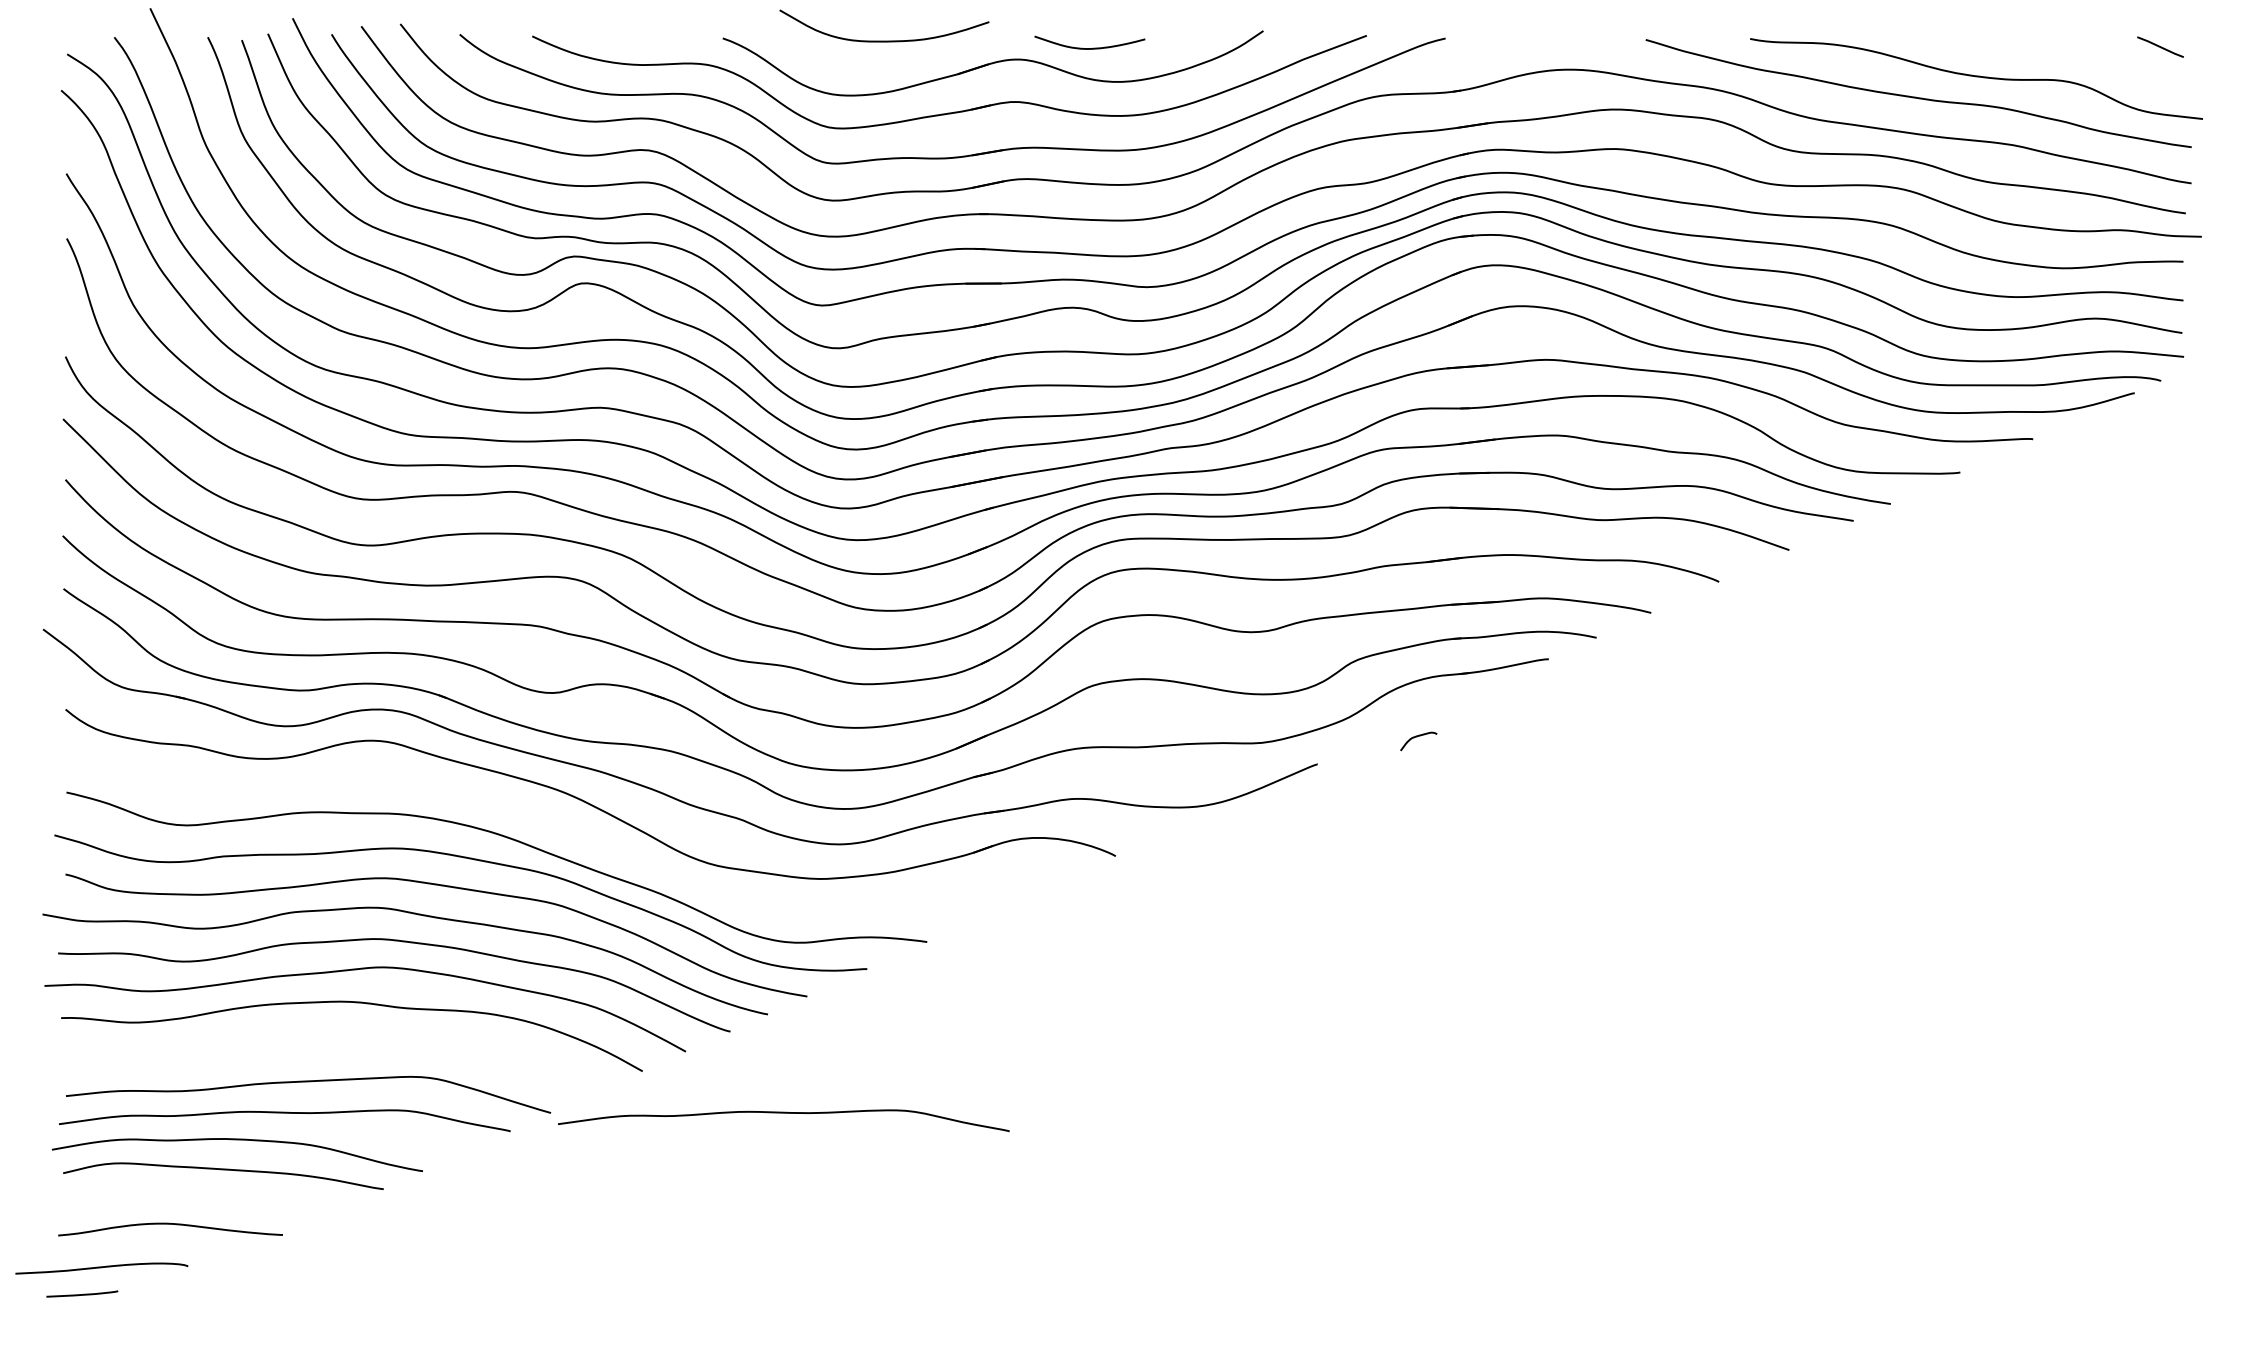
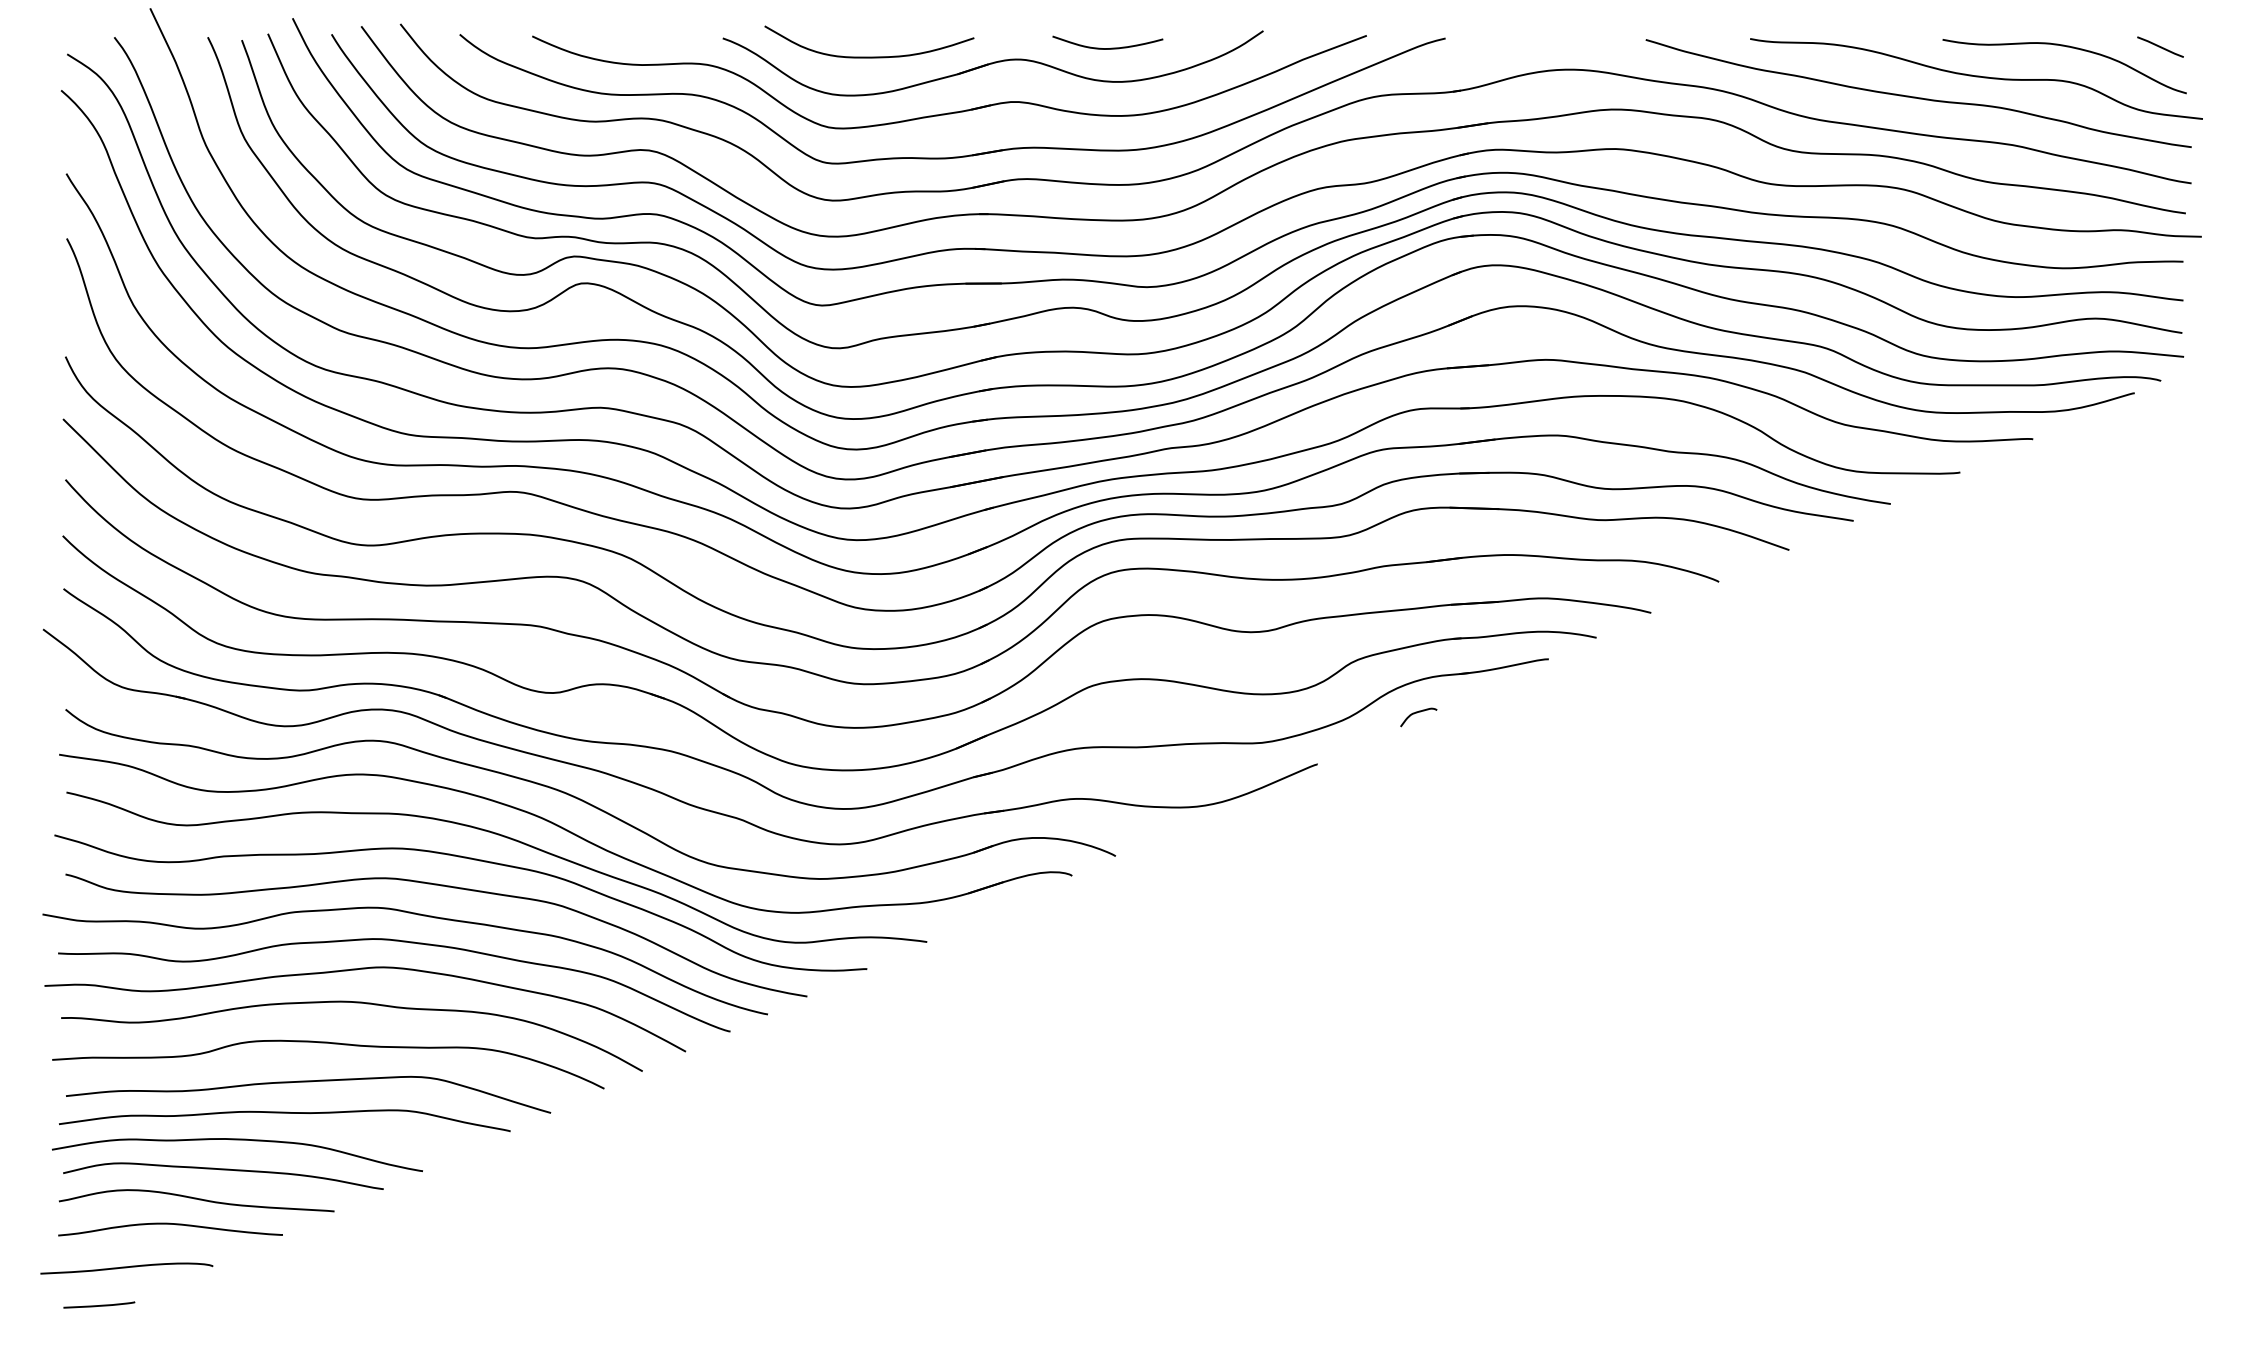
curve at (884, 40) position: (884, 40) -> (869, 56)
curve at (2066, 47): none -> present
curve at (1089, 48) position: (1089, 48) -> (1107, 48)
curve at (1417, 737) position: (1417, 737) -> (1417, 713)
part at (565, 833): none -> present
curve at (332, 1044): none -> present
curve at (783, 1113): present -> none
curve at (196, 1199): none -> present
curve at (101, 1268) position: (101, 1268) -> (126, 1268)
line at (83, 1293) position: (83, 1293) -> (100, 1304)
